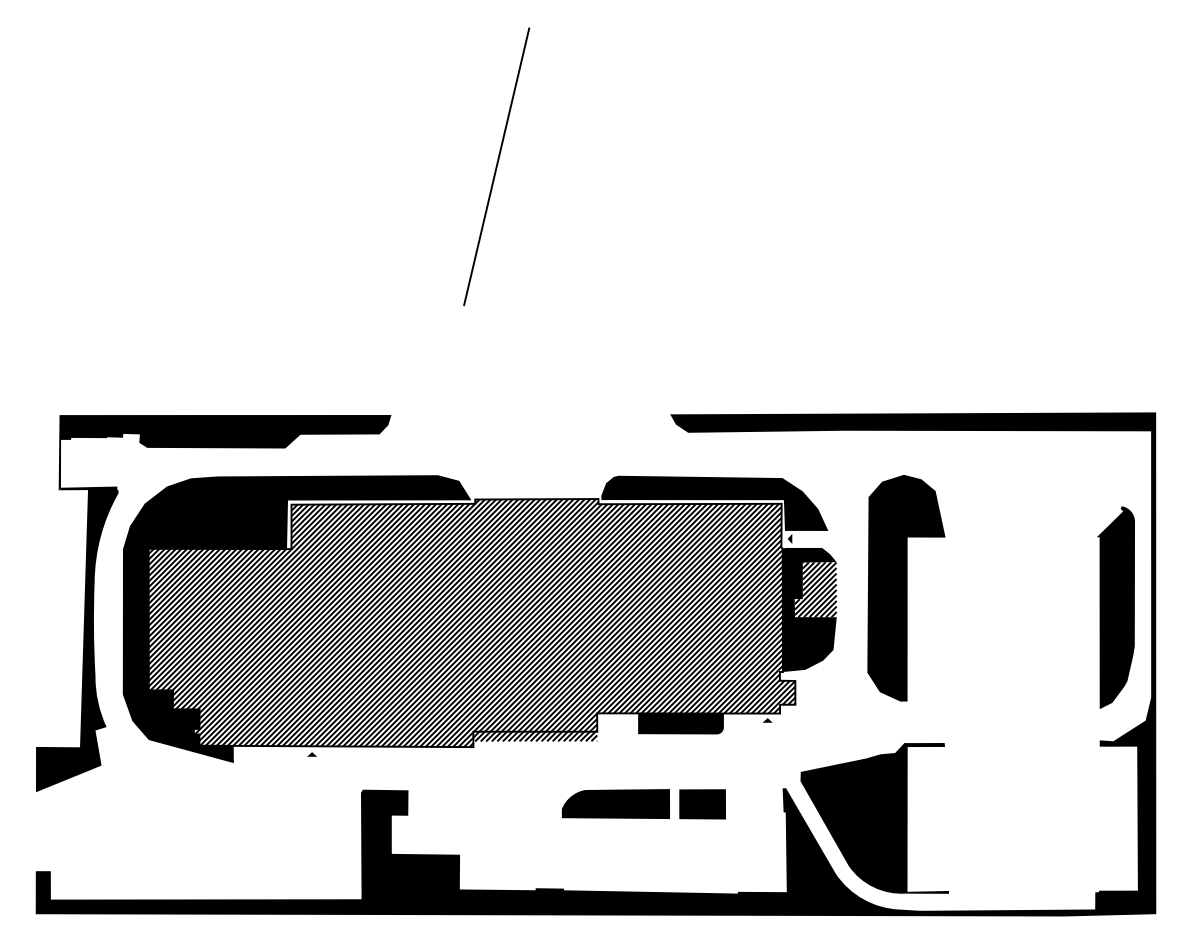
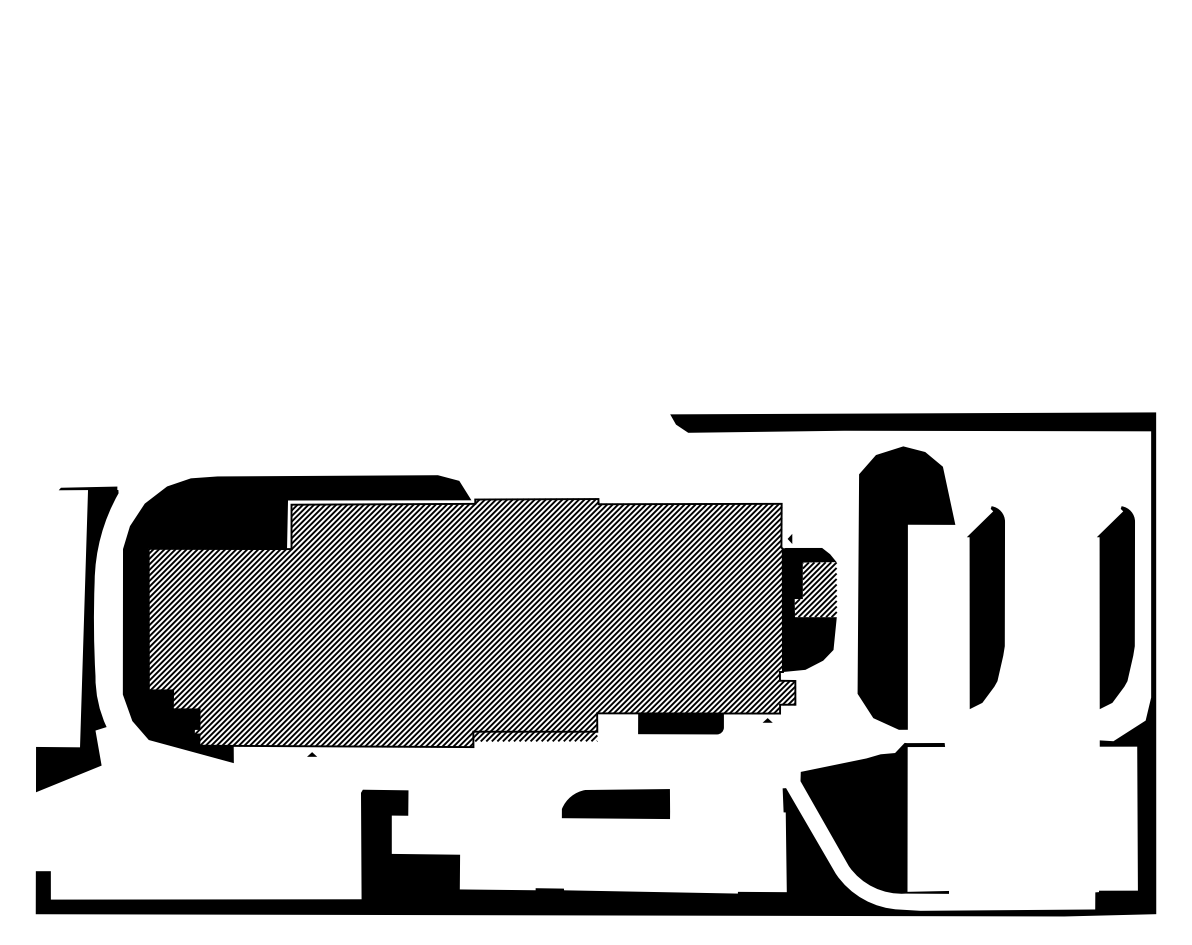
line at (496, 166): present -> none
fill at (224, 452): present -> none
fill at (714, 502): present -> none
part at (906, 588) size: 79x227 px -> 99x284 px
part at (985, 607): none -> present
fill at (702, 804): present -> none
